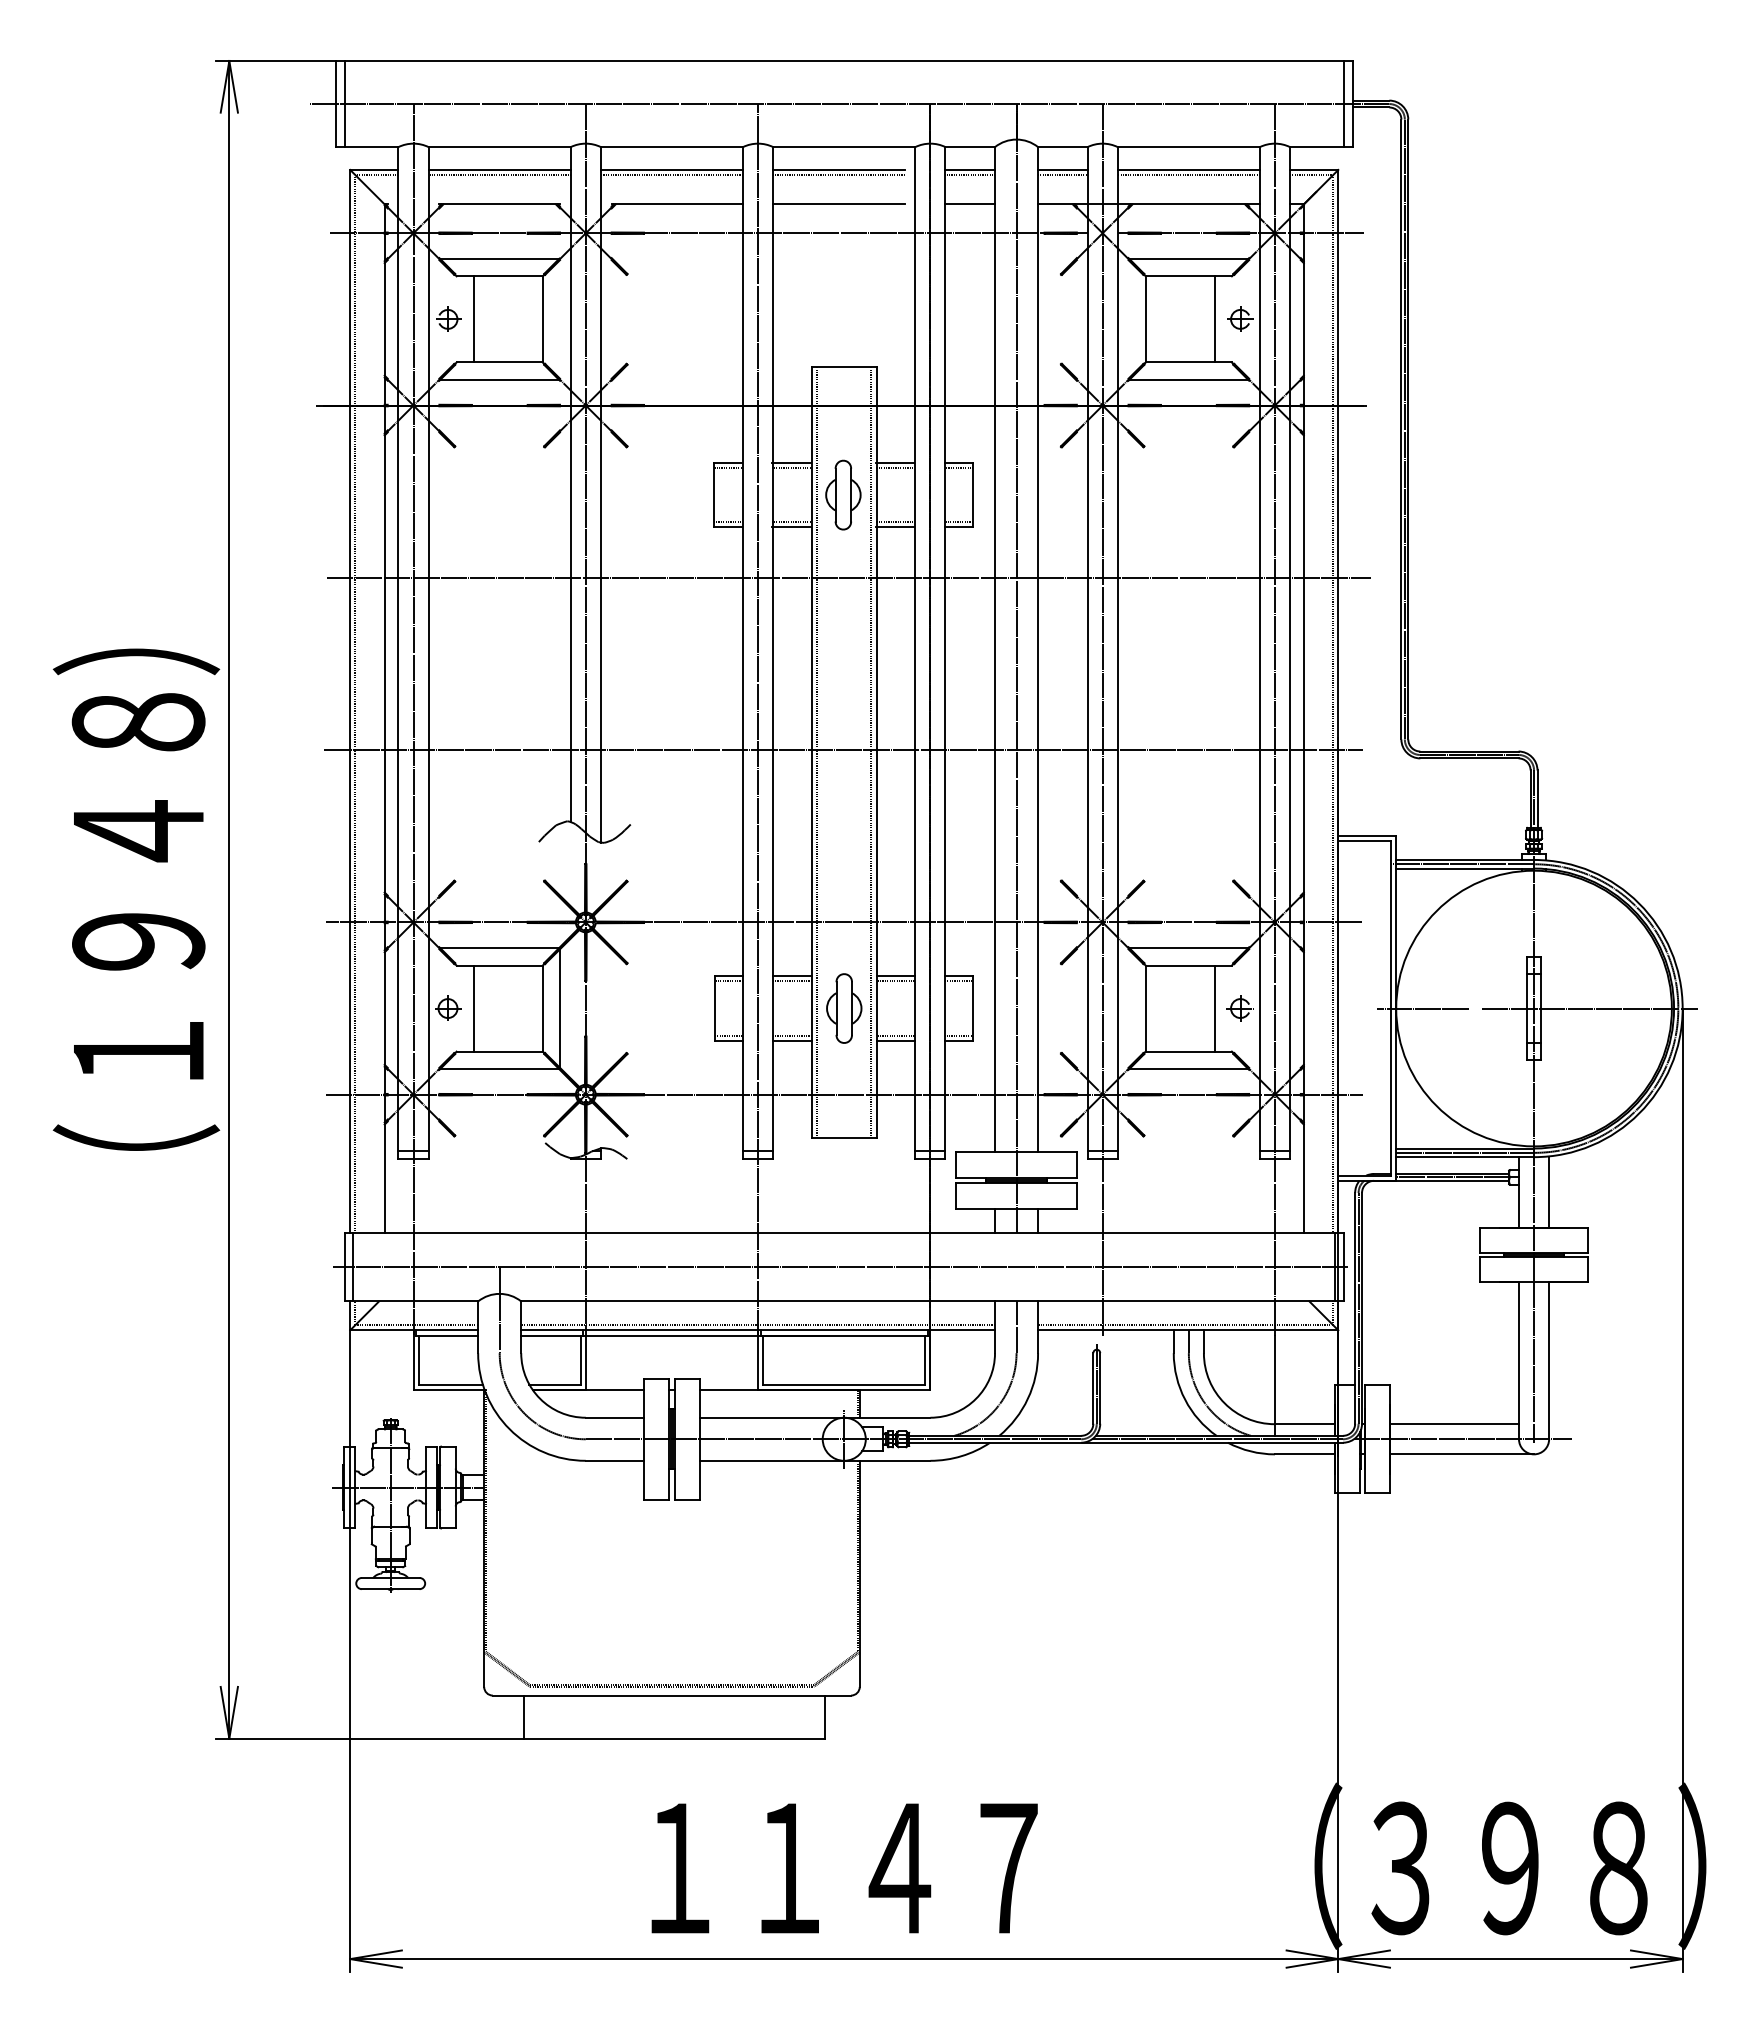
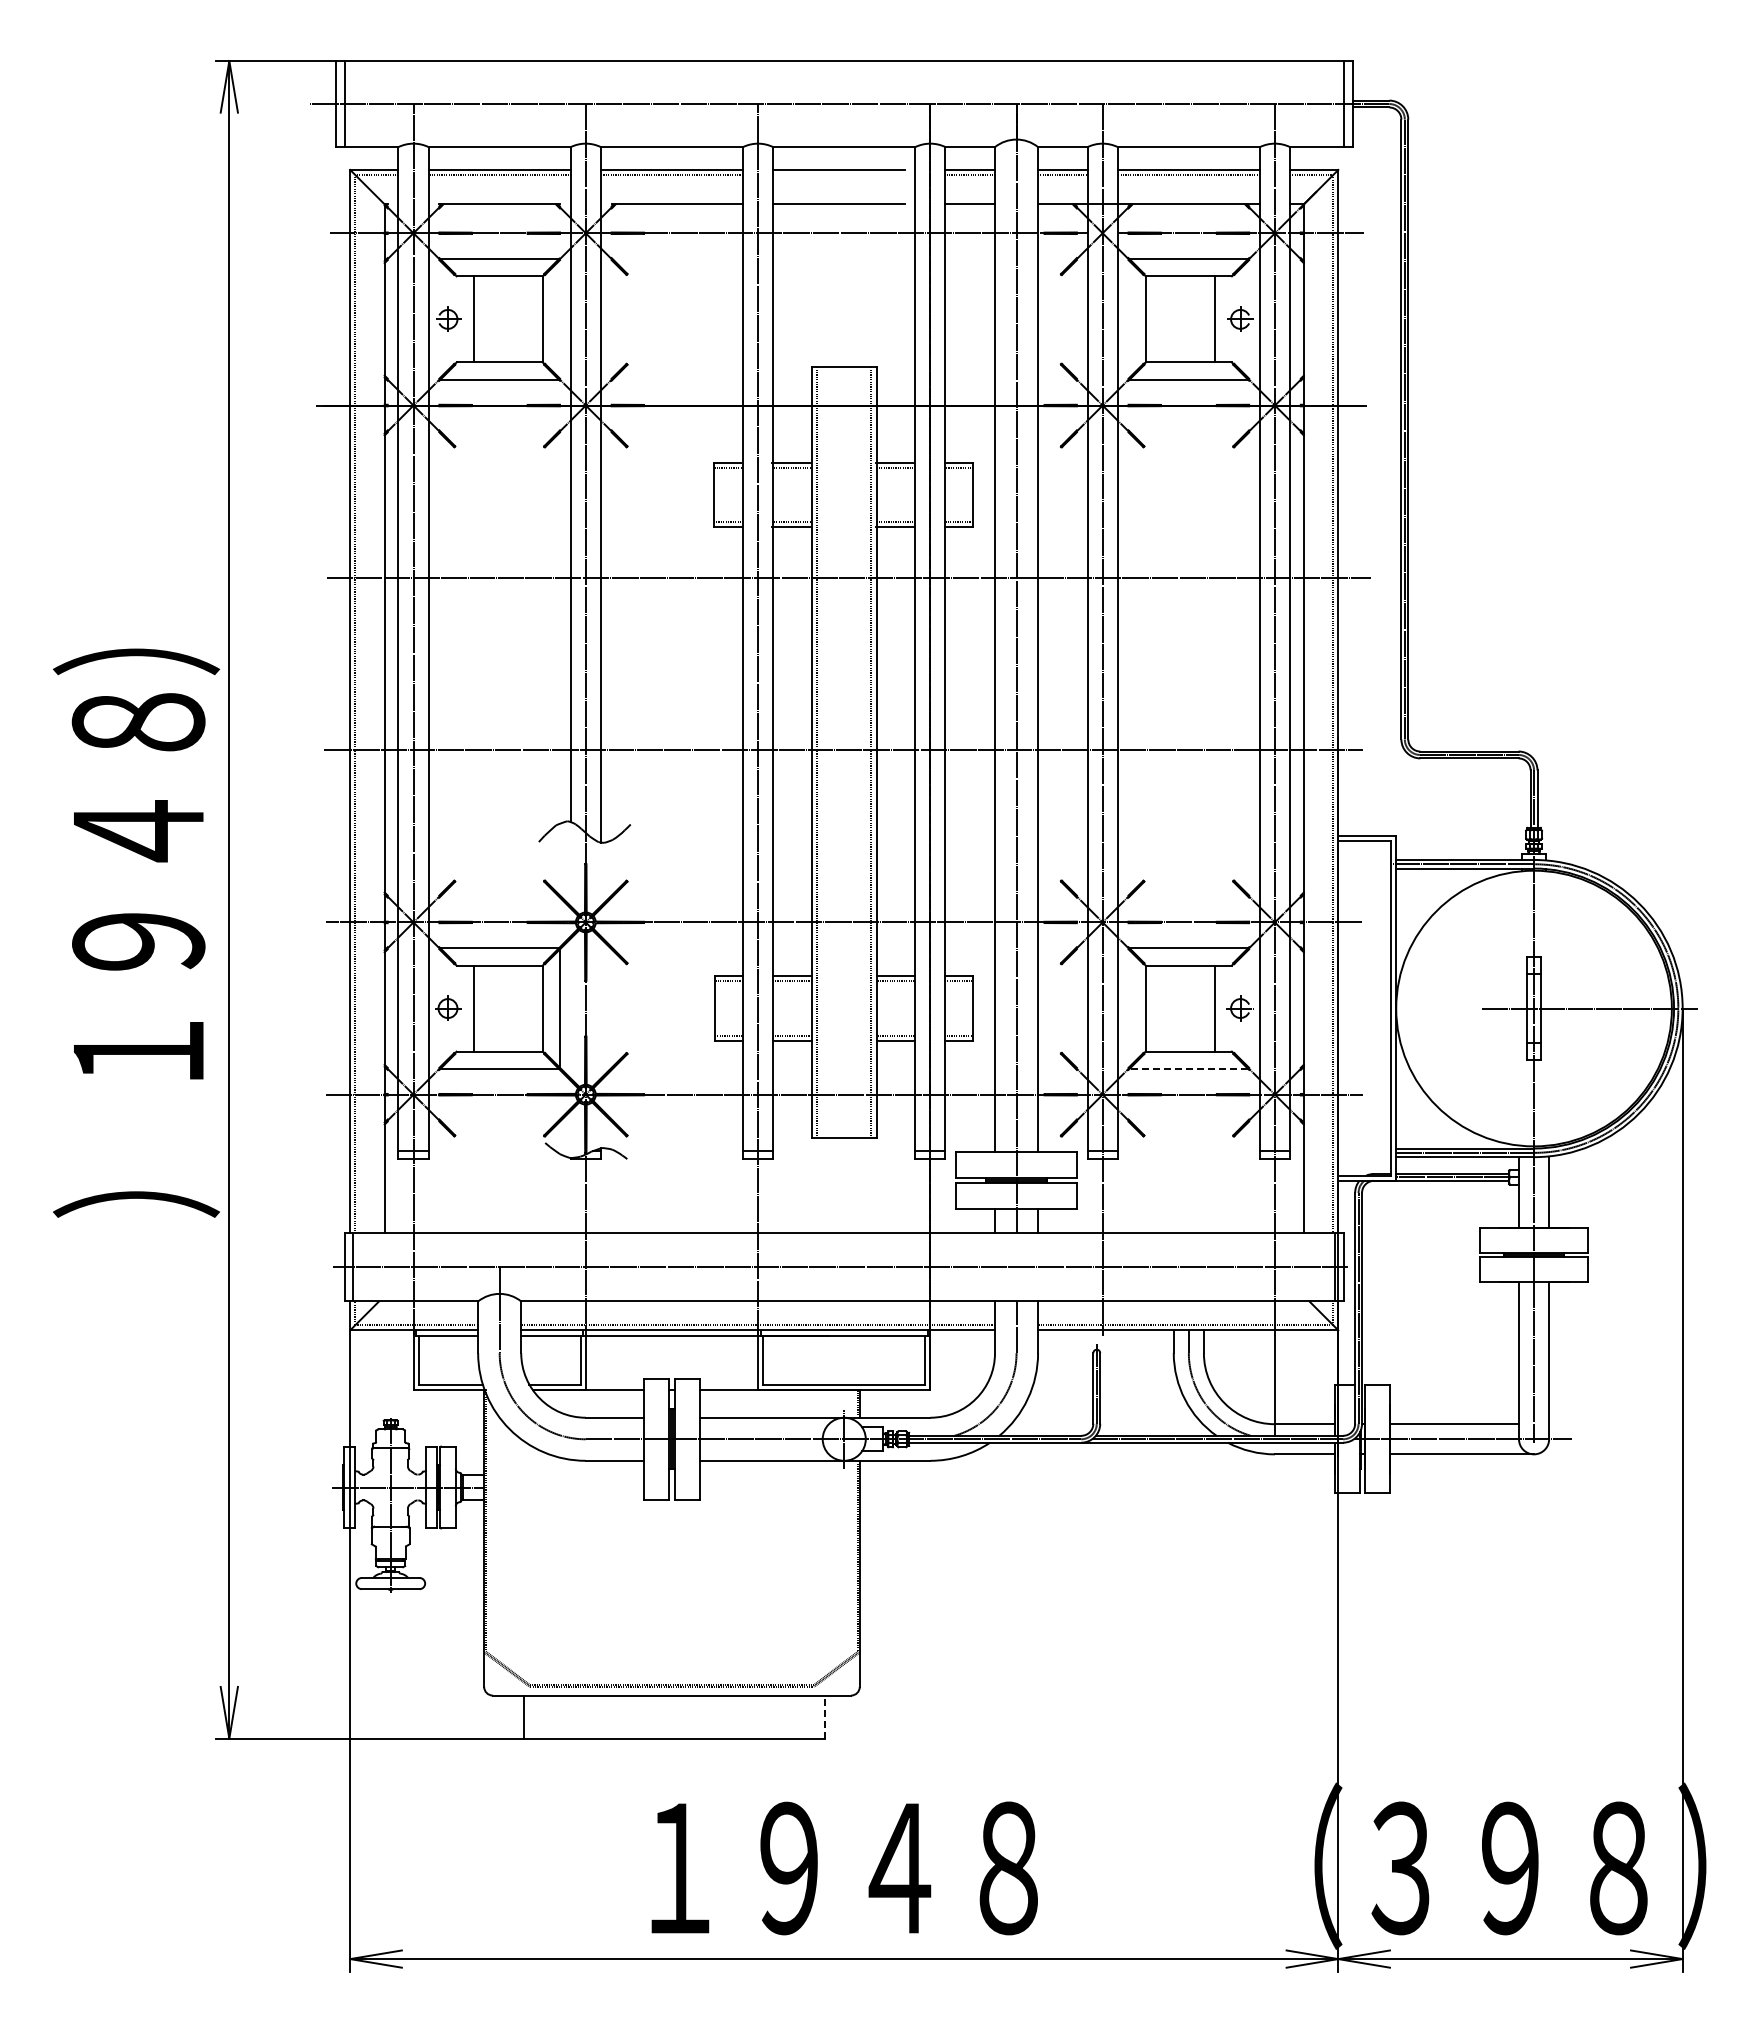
line at (838, 175): present -> none
part at (843, 494): present -> none
part at (844, 1008): present -> none
line at (1422, 1008): present -> none
line at (1188, 1068): solid -> dashed
text at (136, 1170): （ -> ）
line at (825, 1717): solid -> dashed
text at (898, 1868): １１４７ -> １９４８
